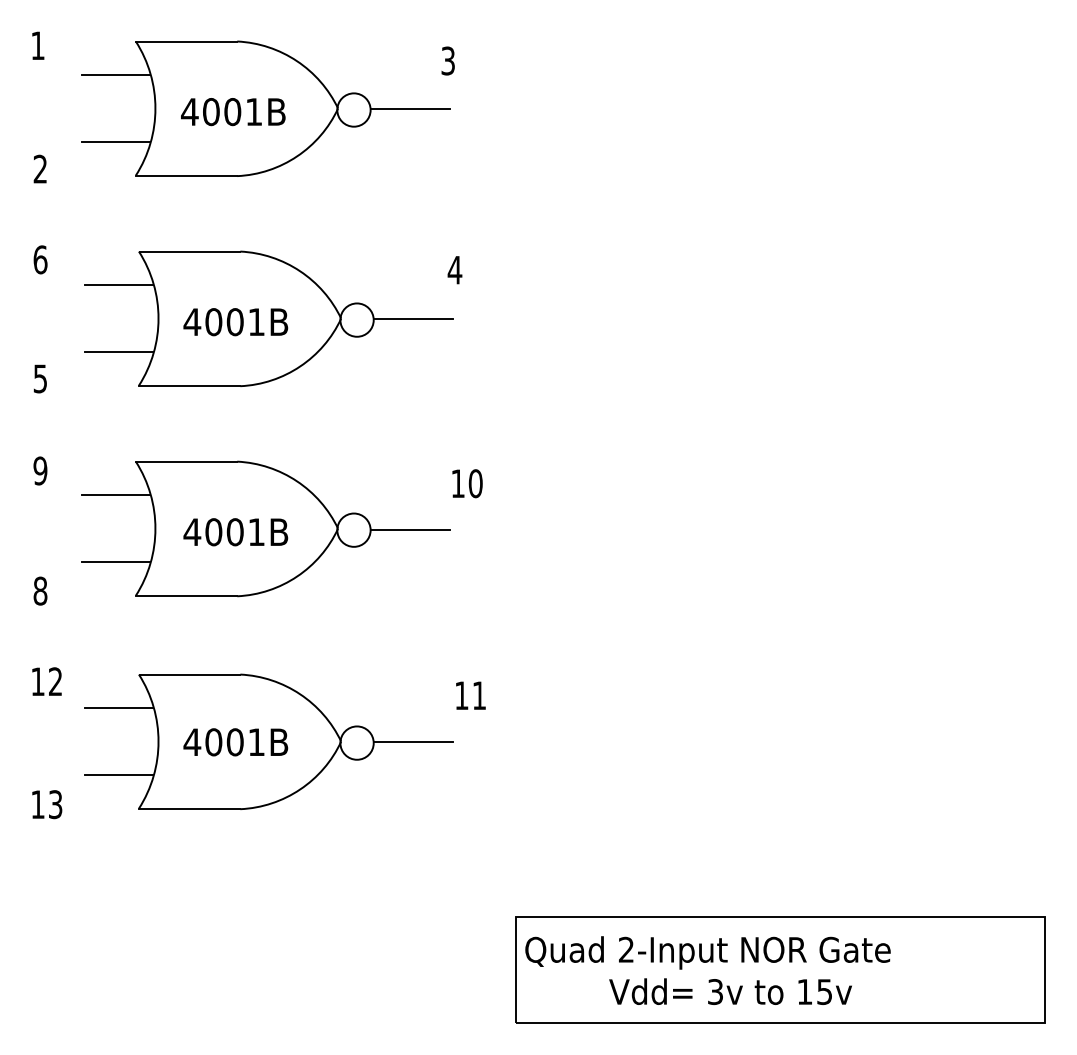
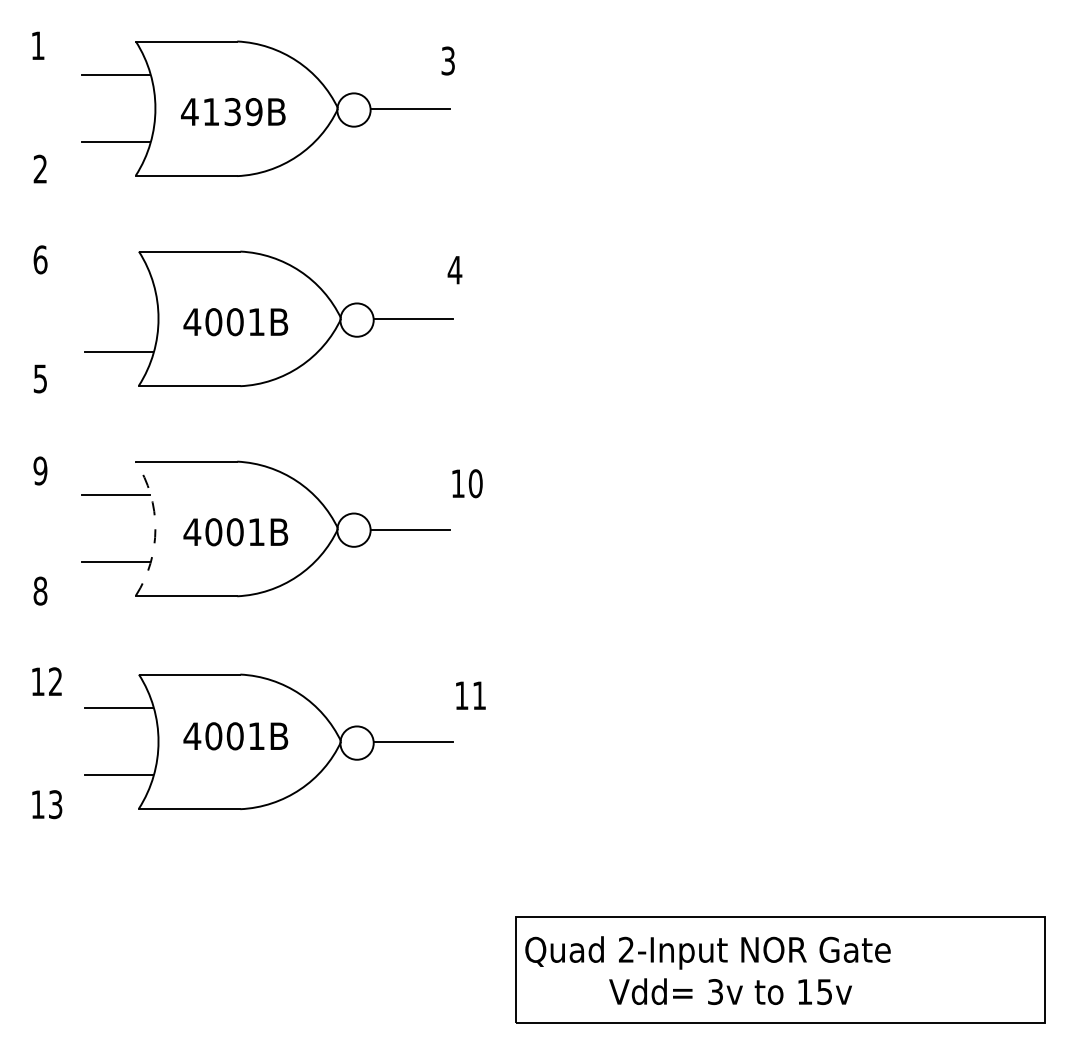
text at (232, 112): 4001B -> 4139B
line at (118, 285): present -> none
arc at (155, 528): solid -> dashed
text at (235, 742) position: (235, 742) -> (235, 736)
